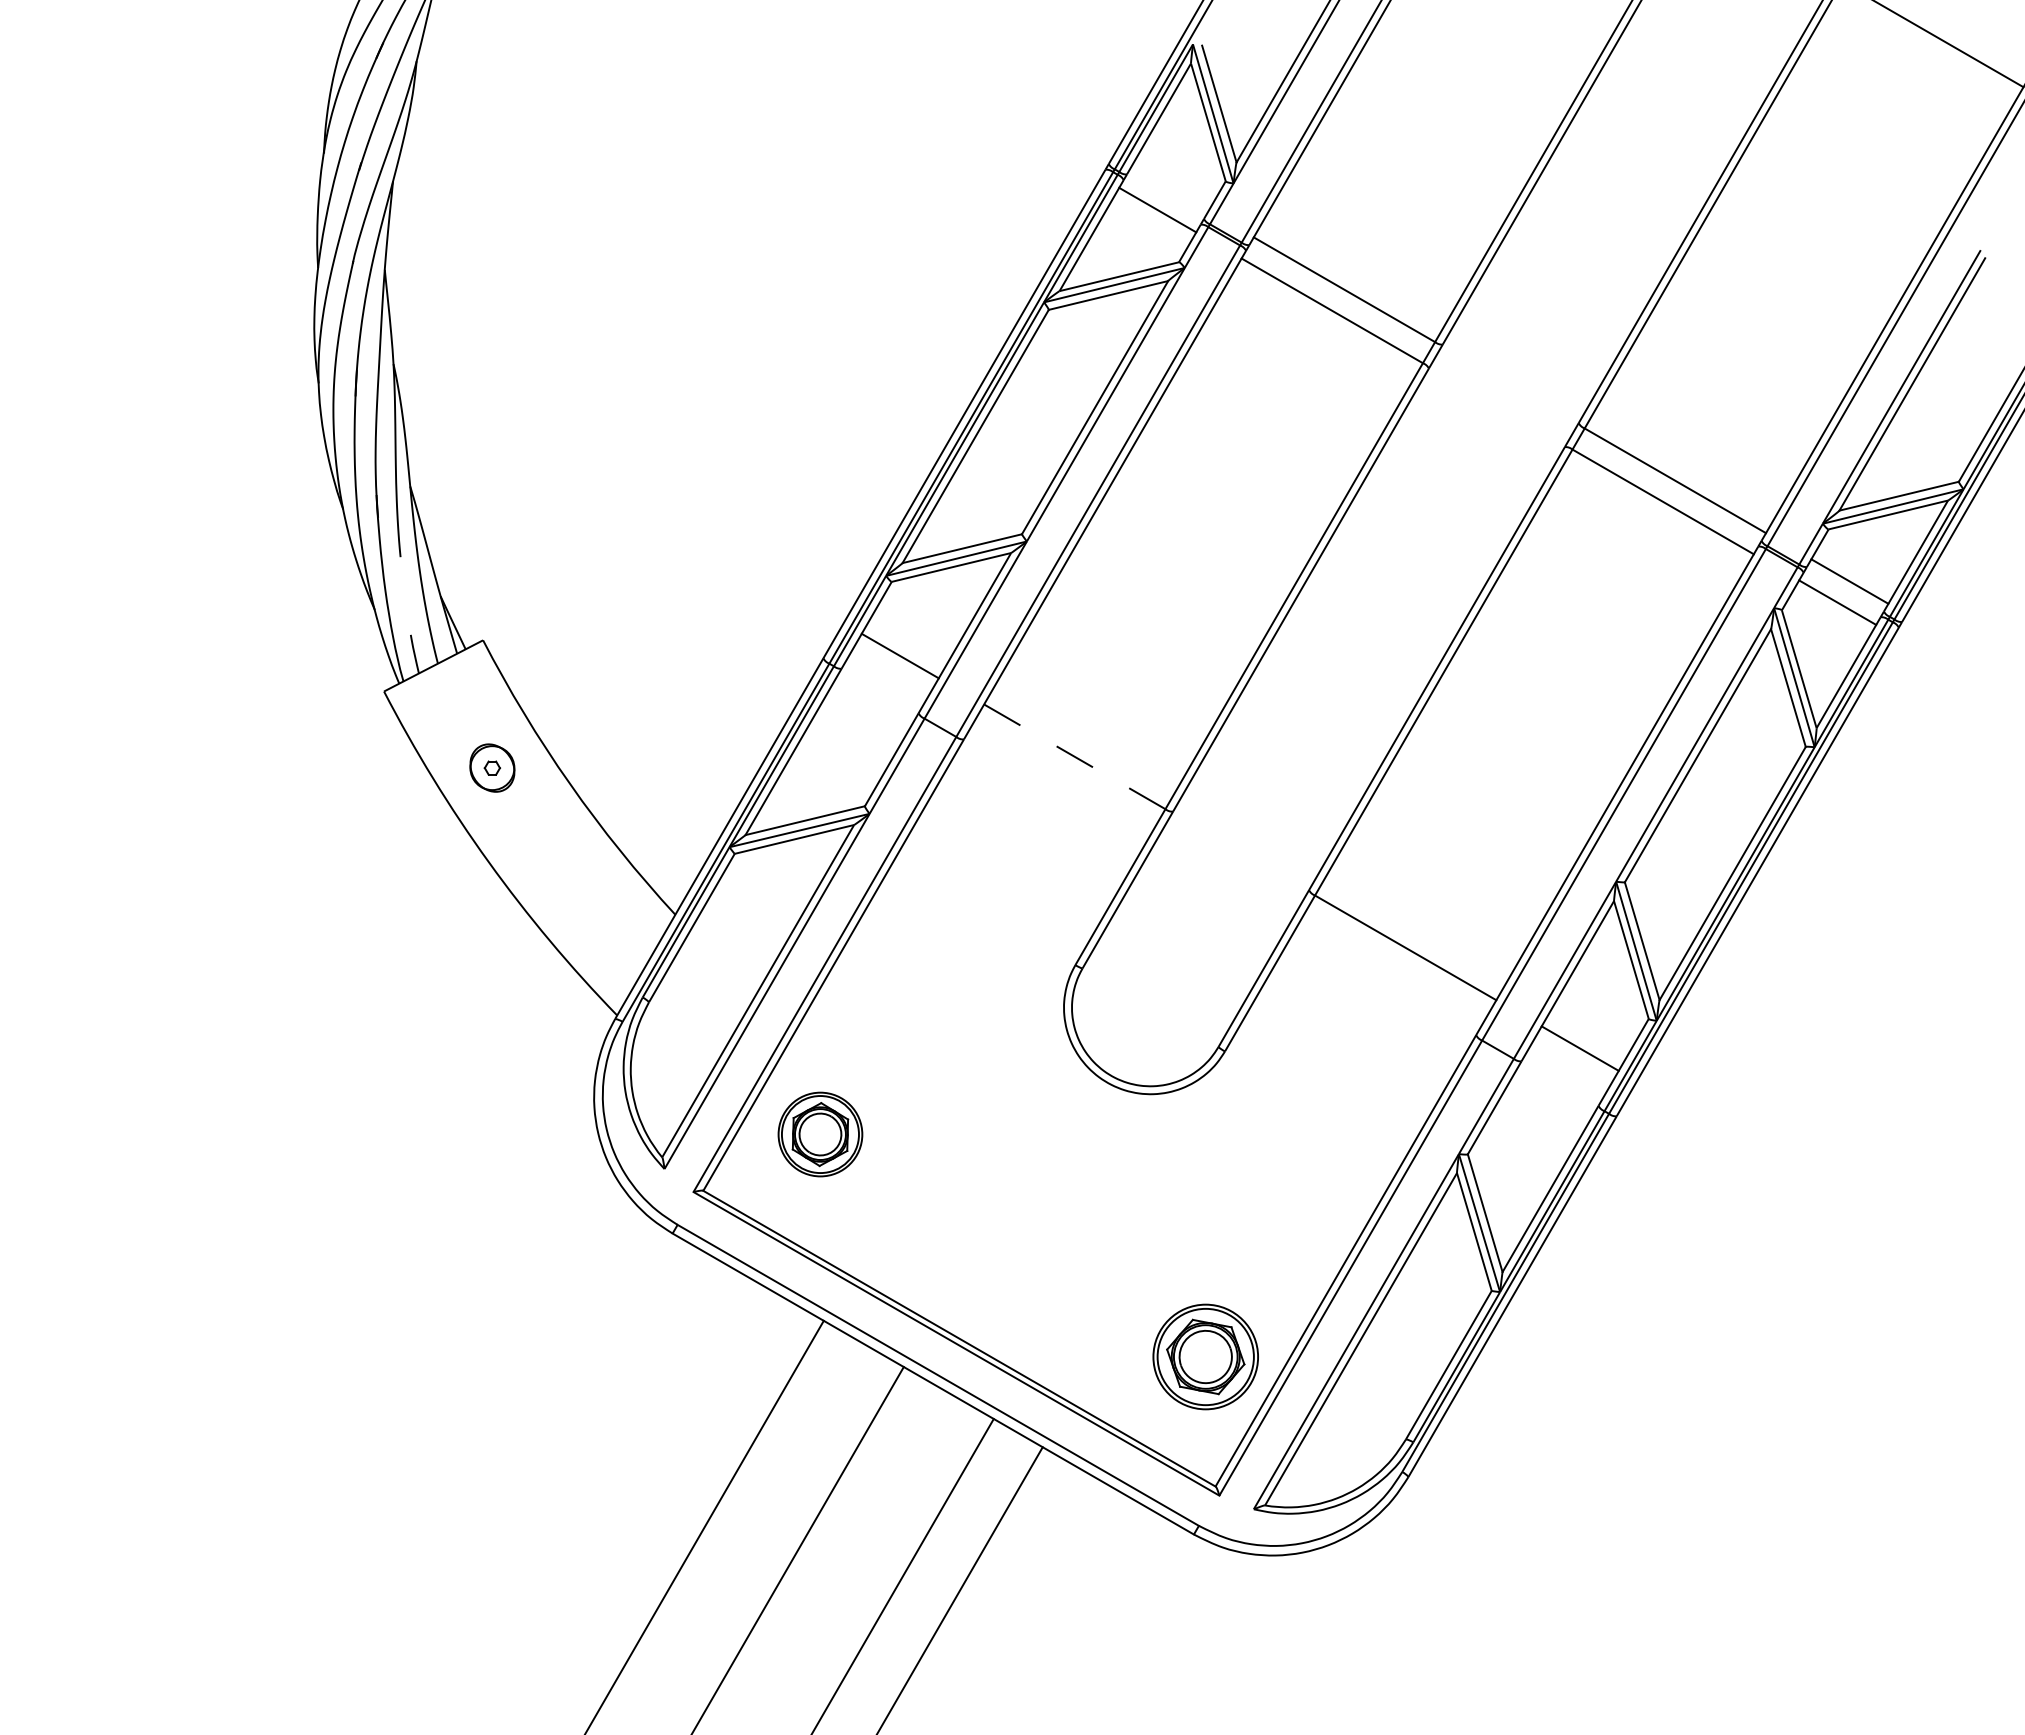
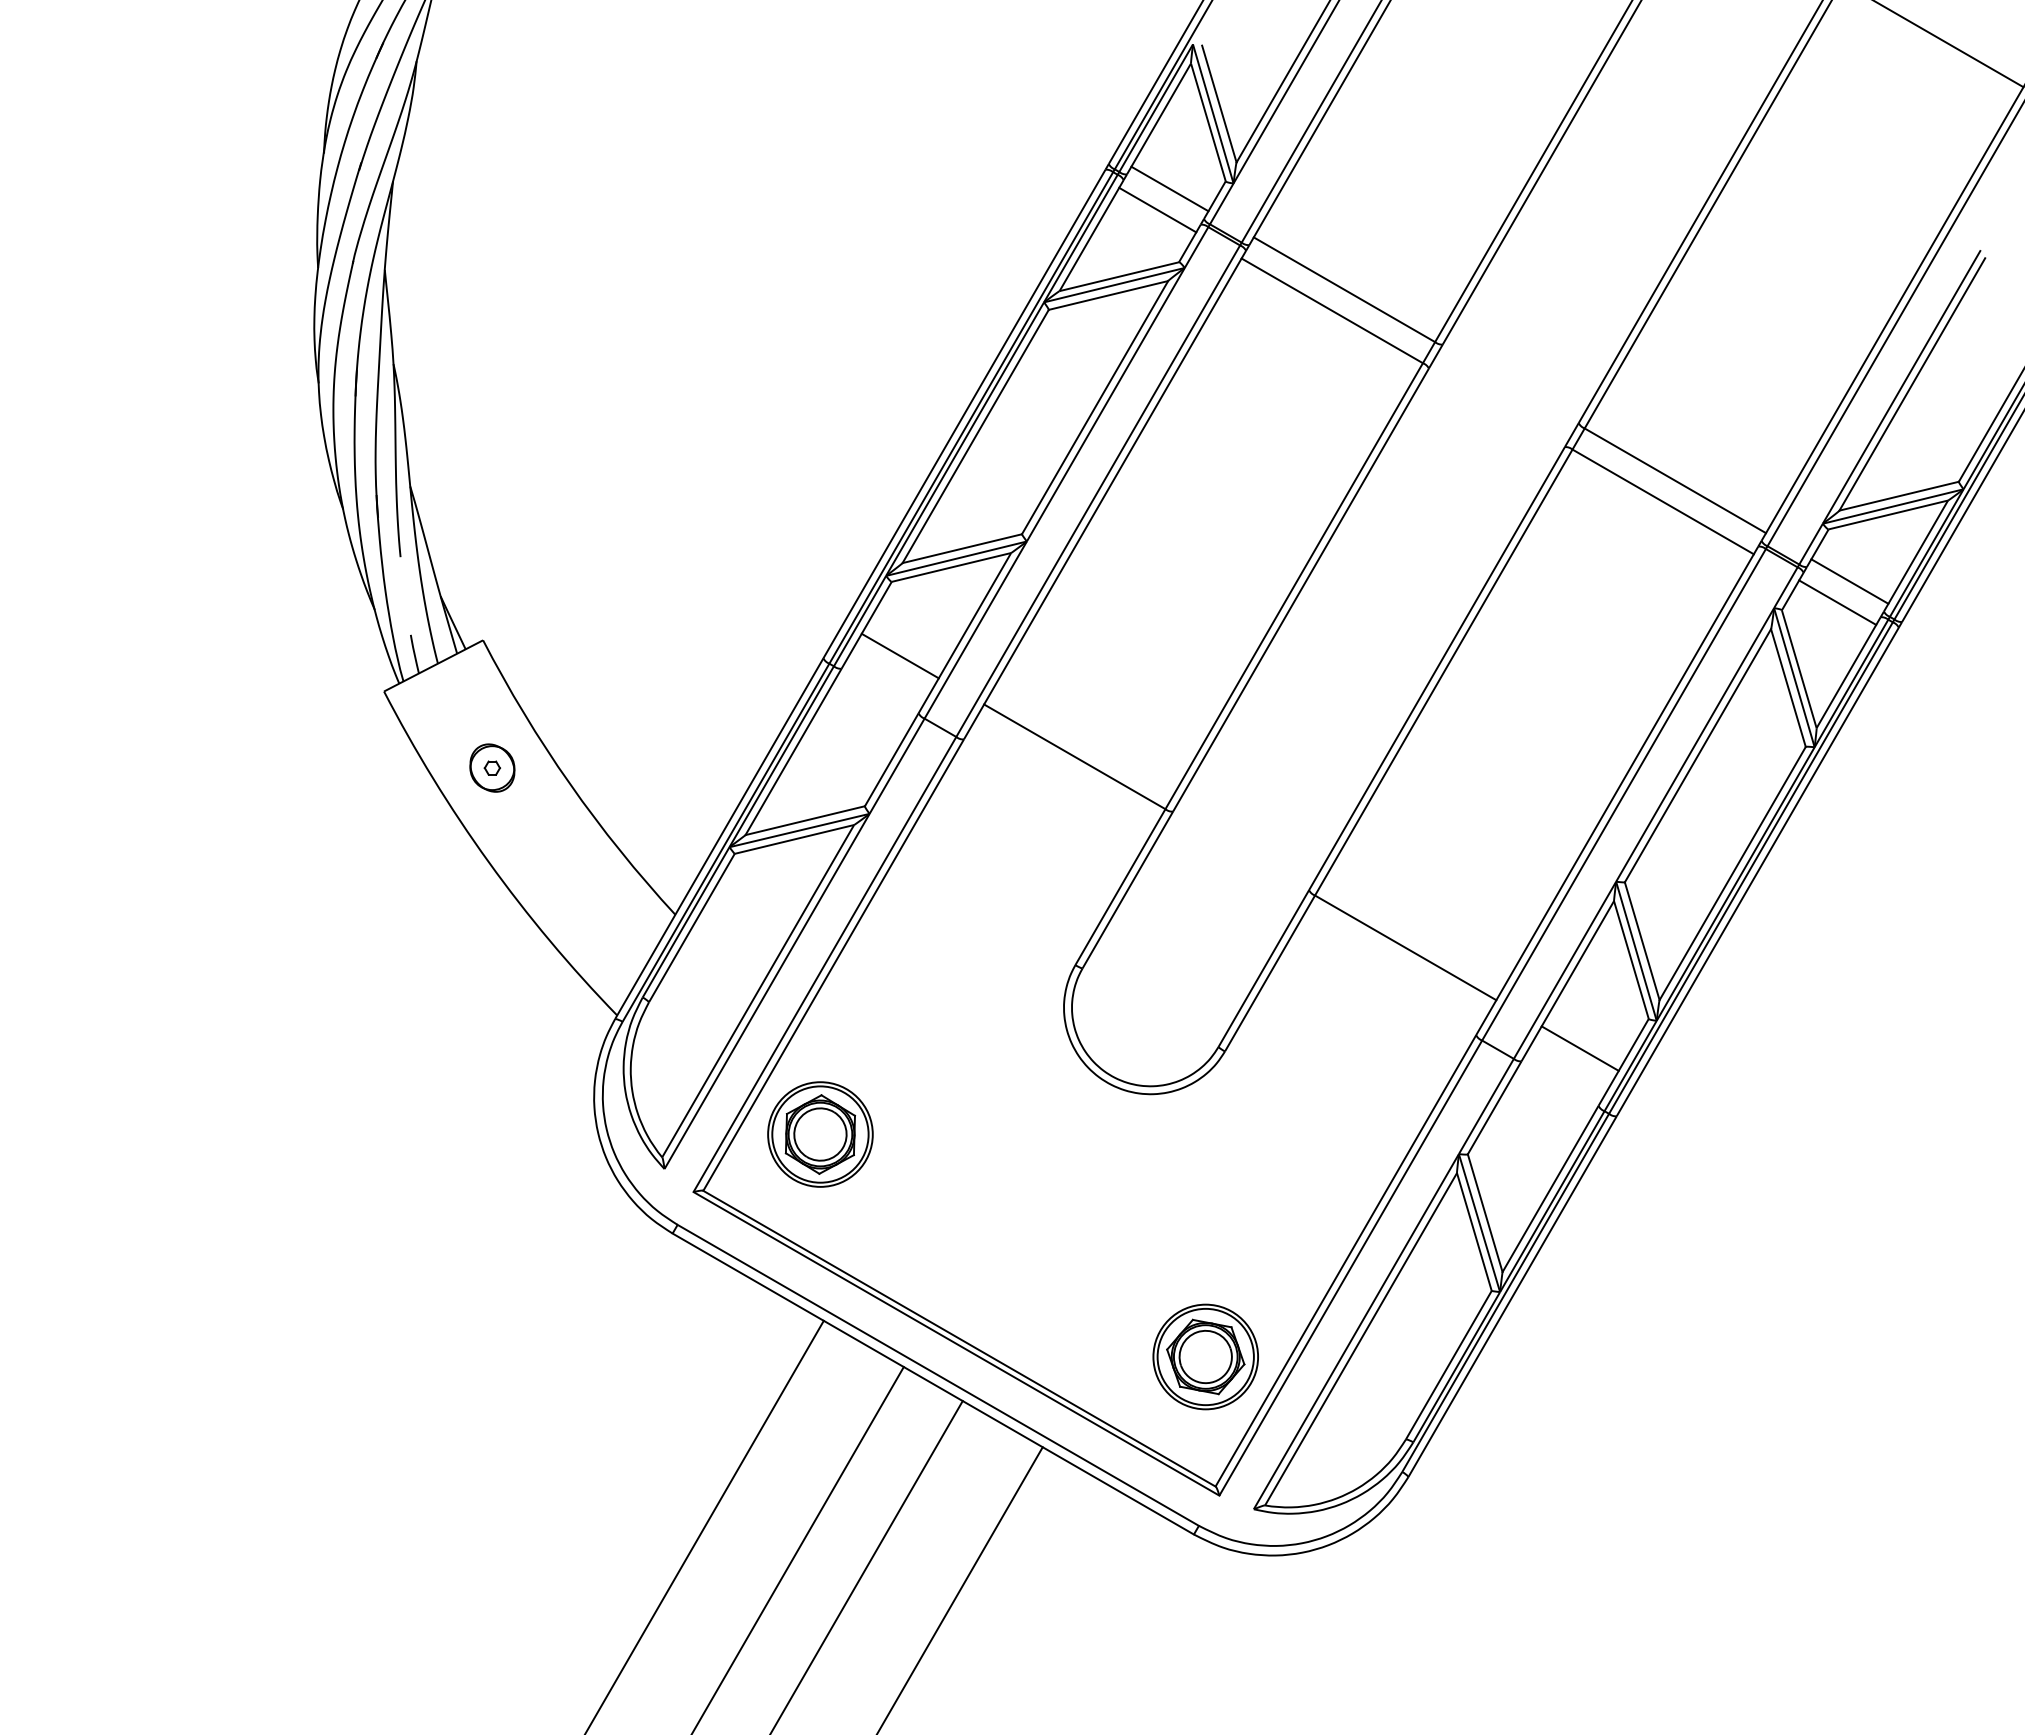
line at (1169, 188): none -> present
line at (1074, 756): dashed -> solid
part at (820, 1134) size: 87x87 px -> 107x107 px
line at (903, 1575) position: (903, 1575) -> (867, 1566)
